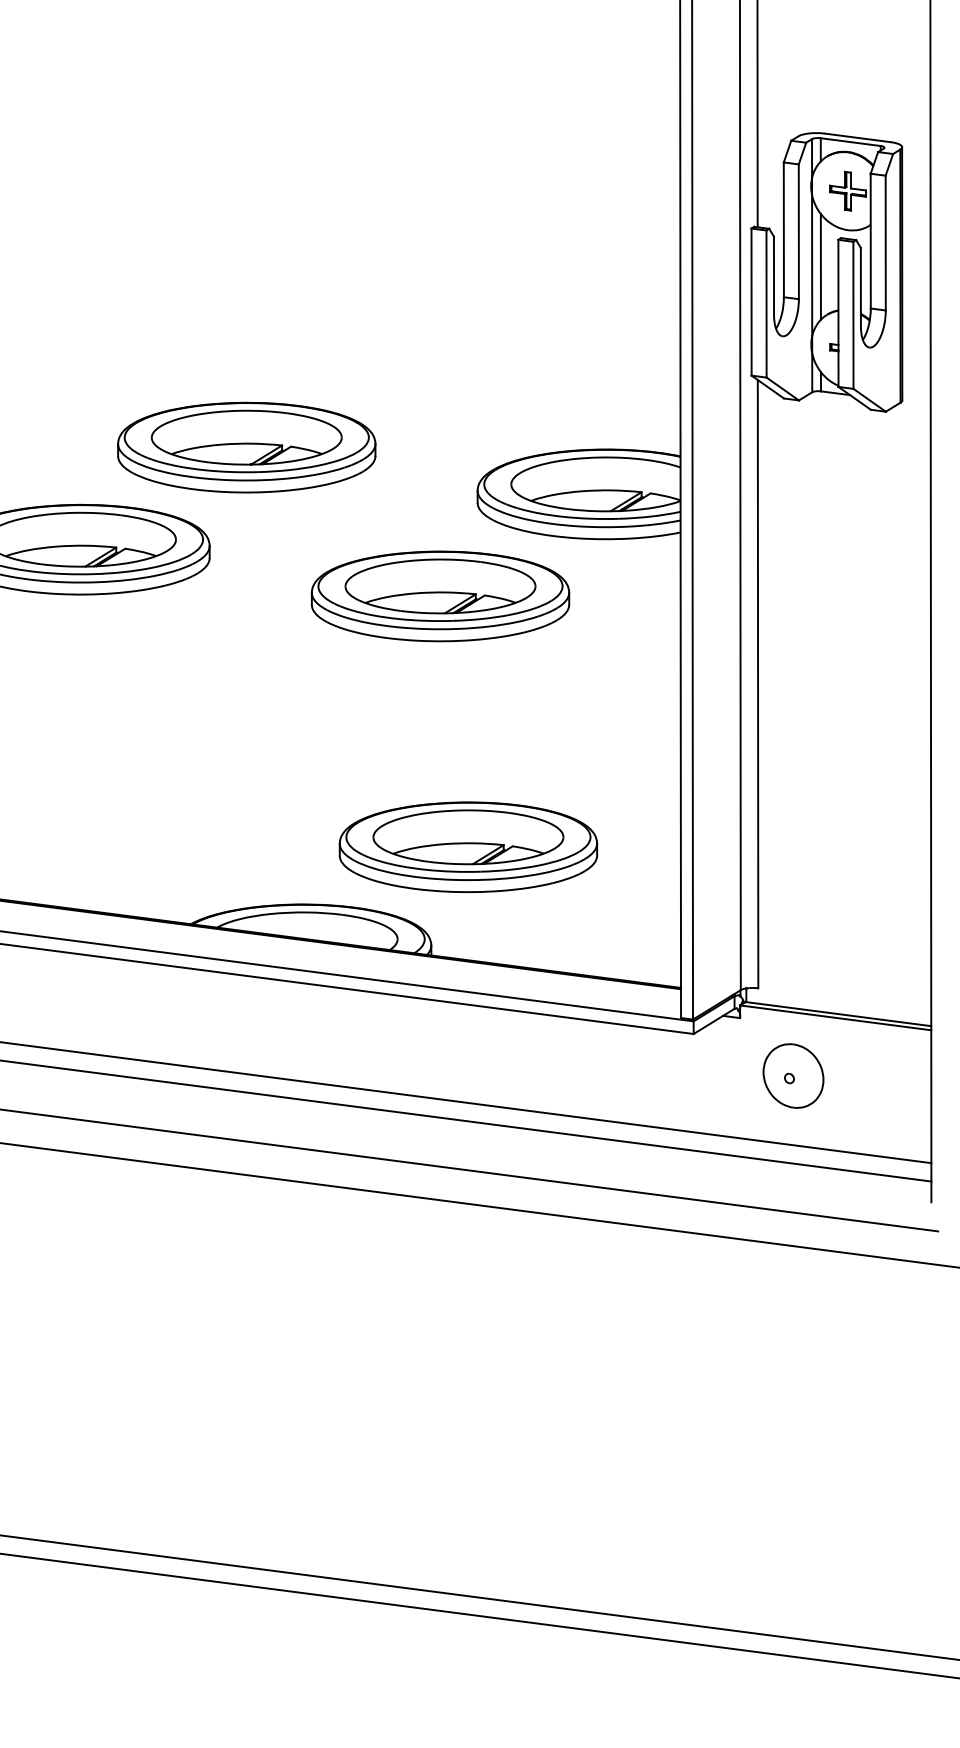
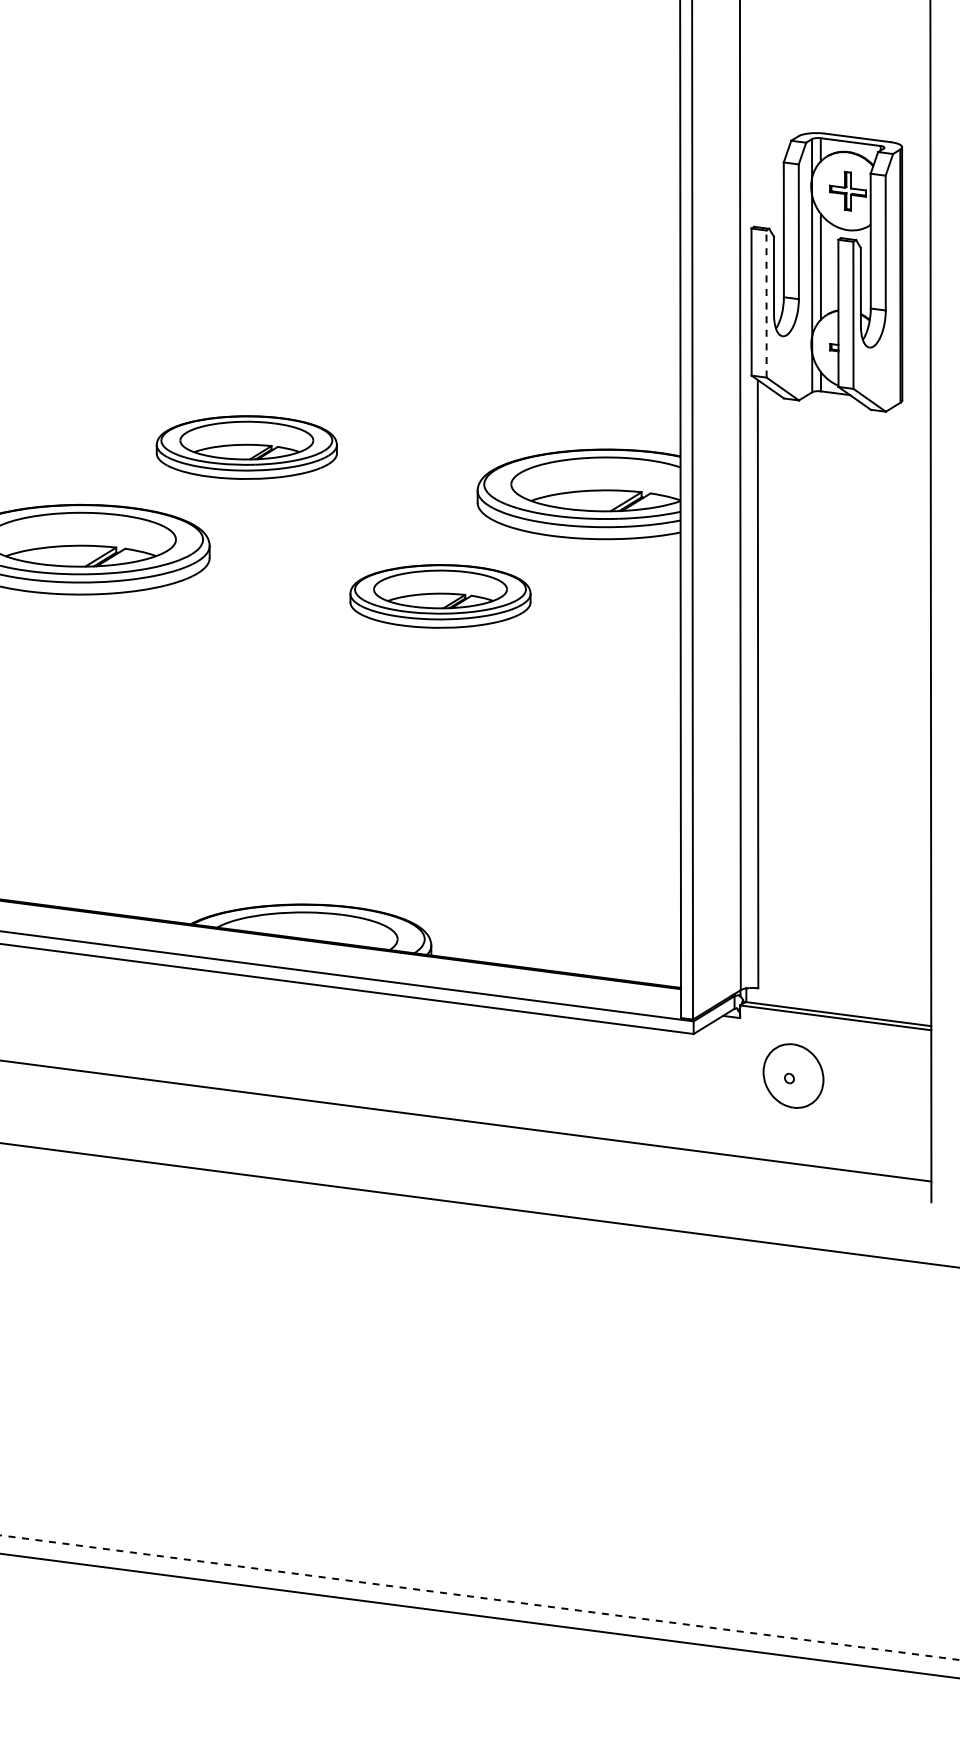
line at (757, 114): present -> none
line at (766, 304): solid -> dashed
part at (246, 447) size: 260x93 px -> 183x65 px
part at (440, 596) size: 261x93 px -> 183x65 px
part at (468, 847): present -> none
line at (466, 1102): present -> none
line at (470, 1170): present -> none
line at (479, 1597): solid -> dashed
